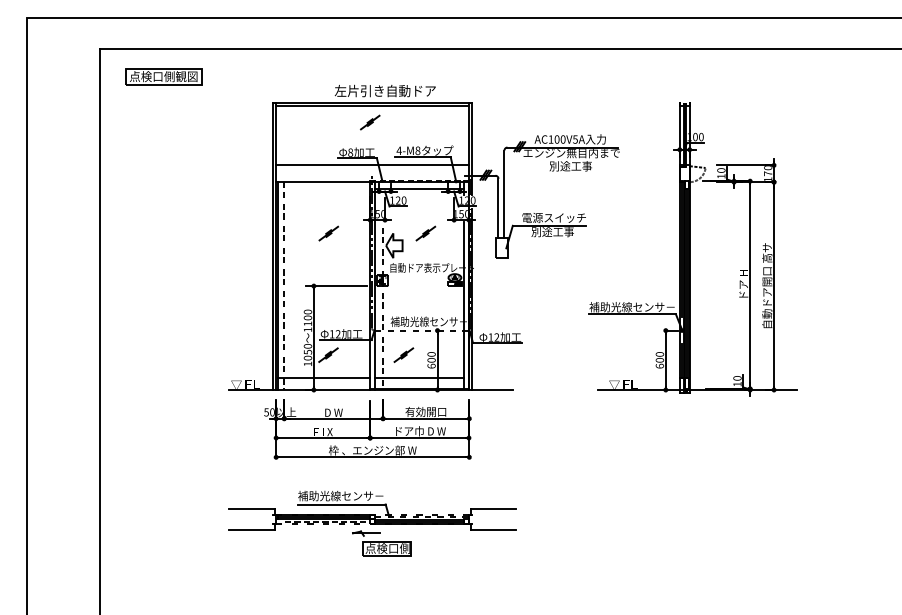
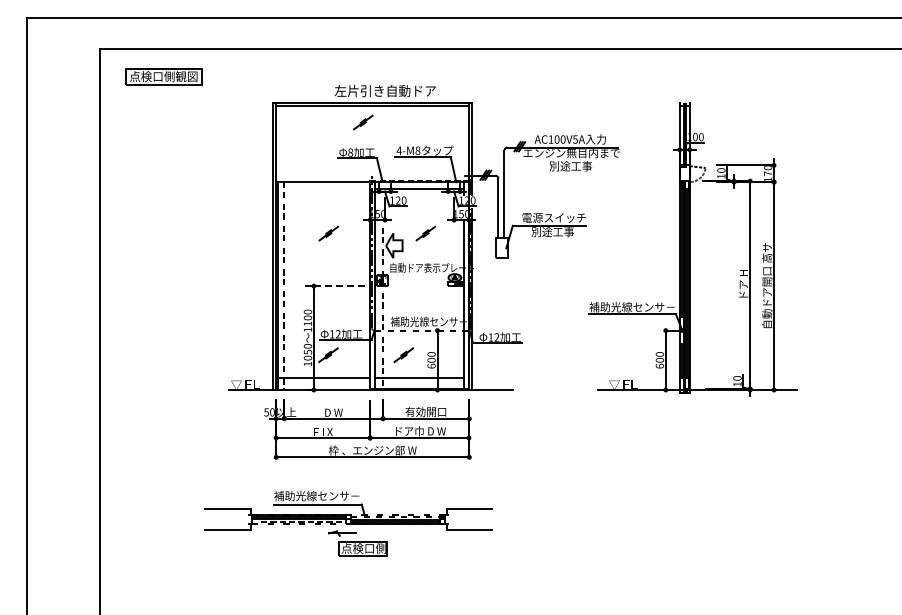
part at (370, 122) position: (370, 122) -> (363, 122)
line at (372, 165): present -> none
line at (340, 286): solid -> dashed
part at (372, 523) position: (372, 523) -> (348, 523)
